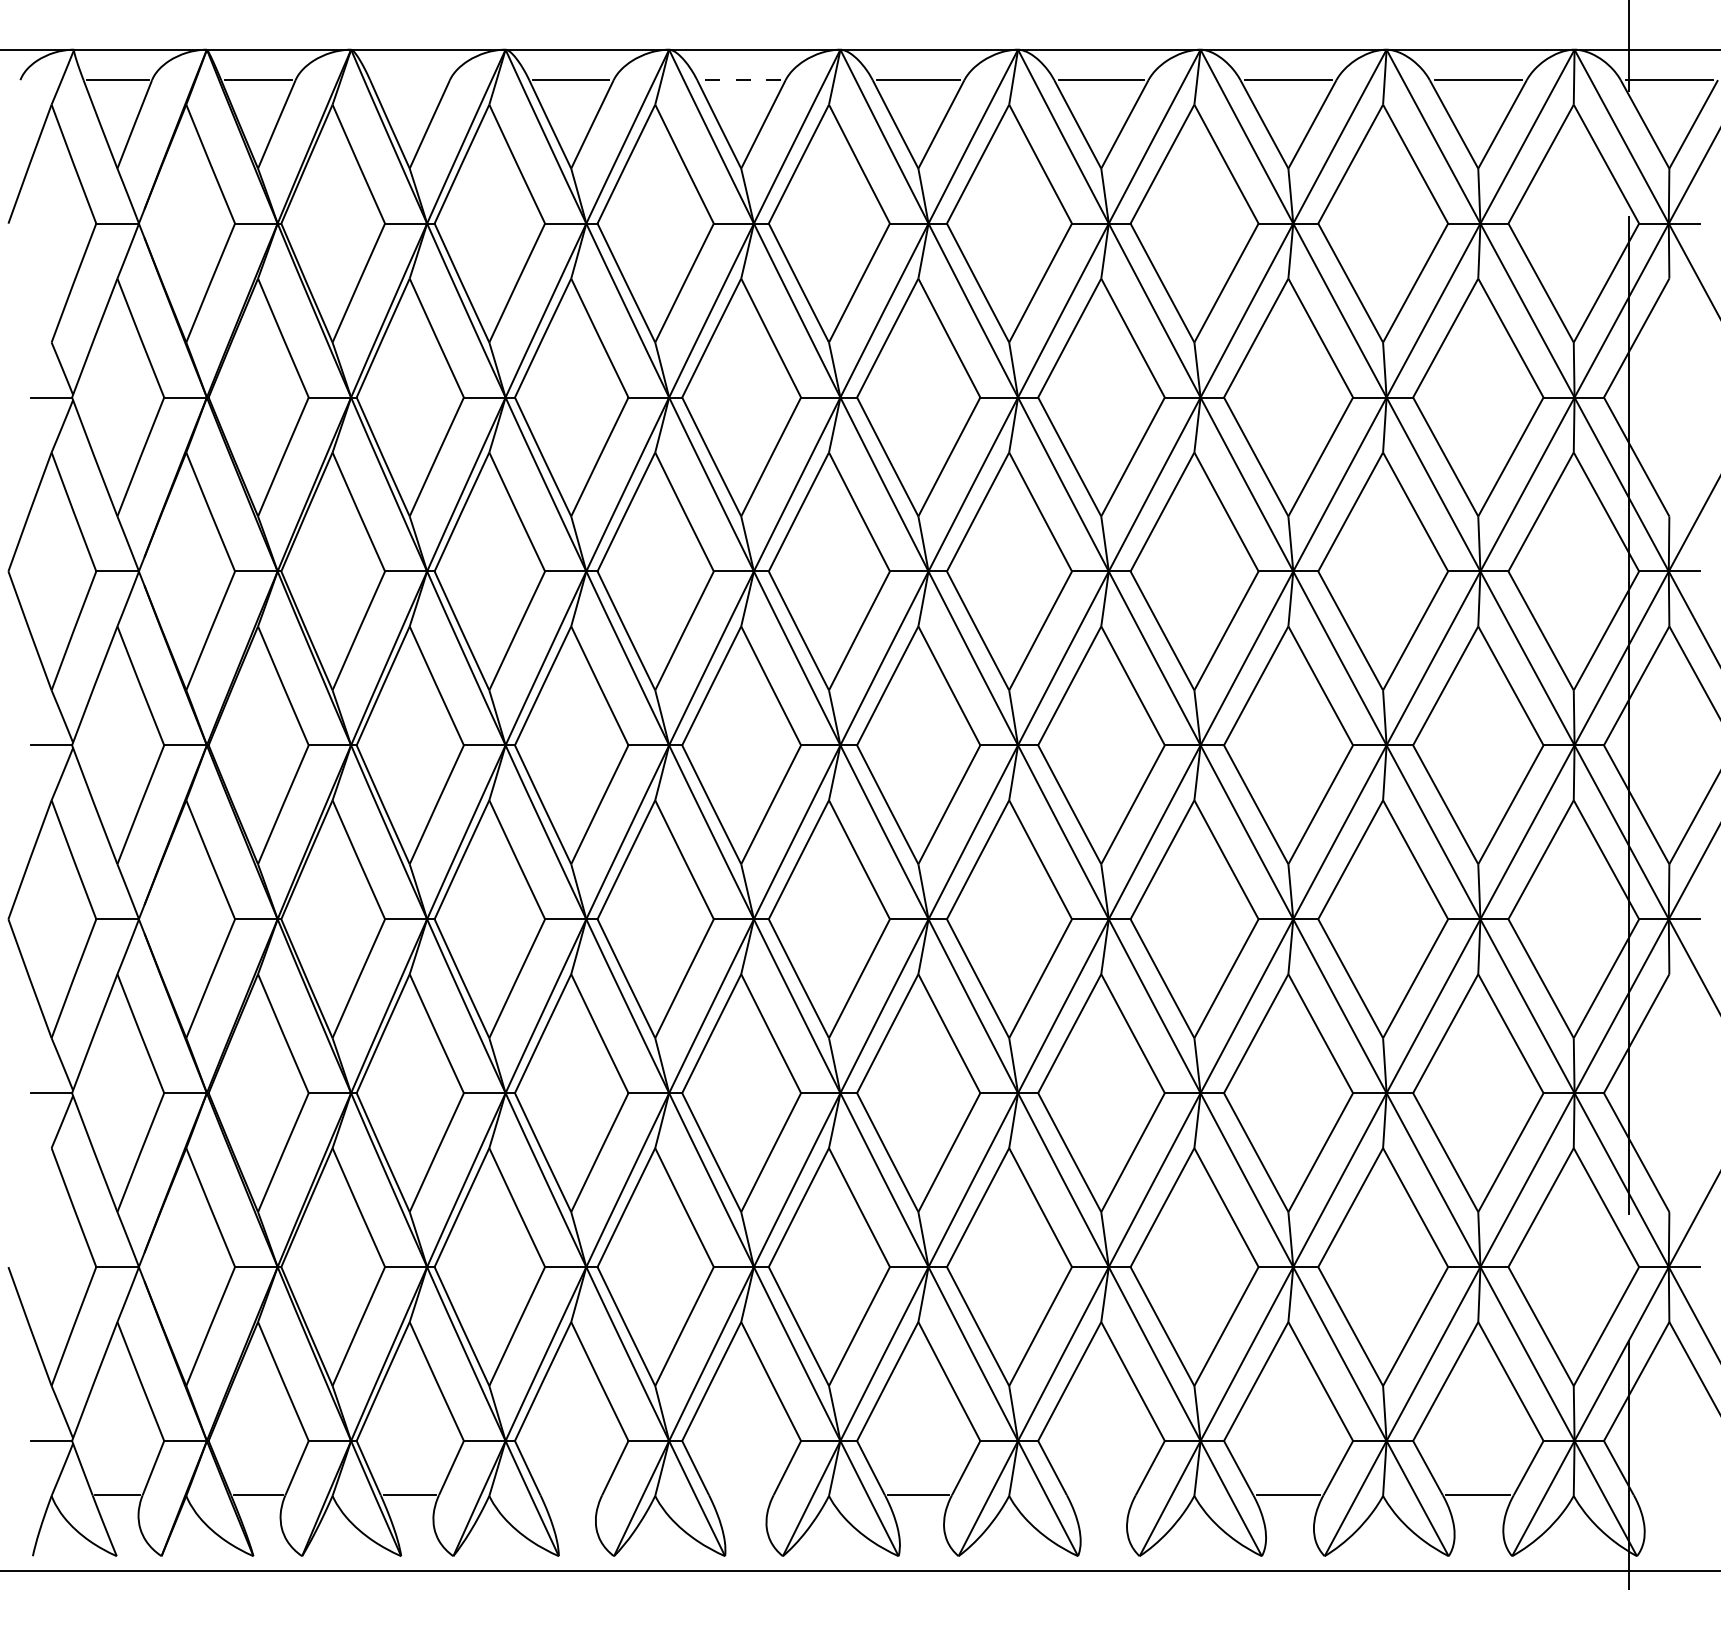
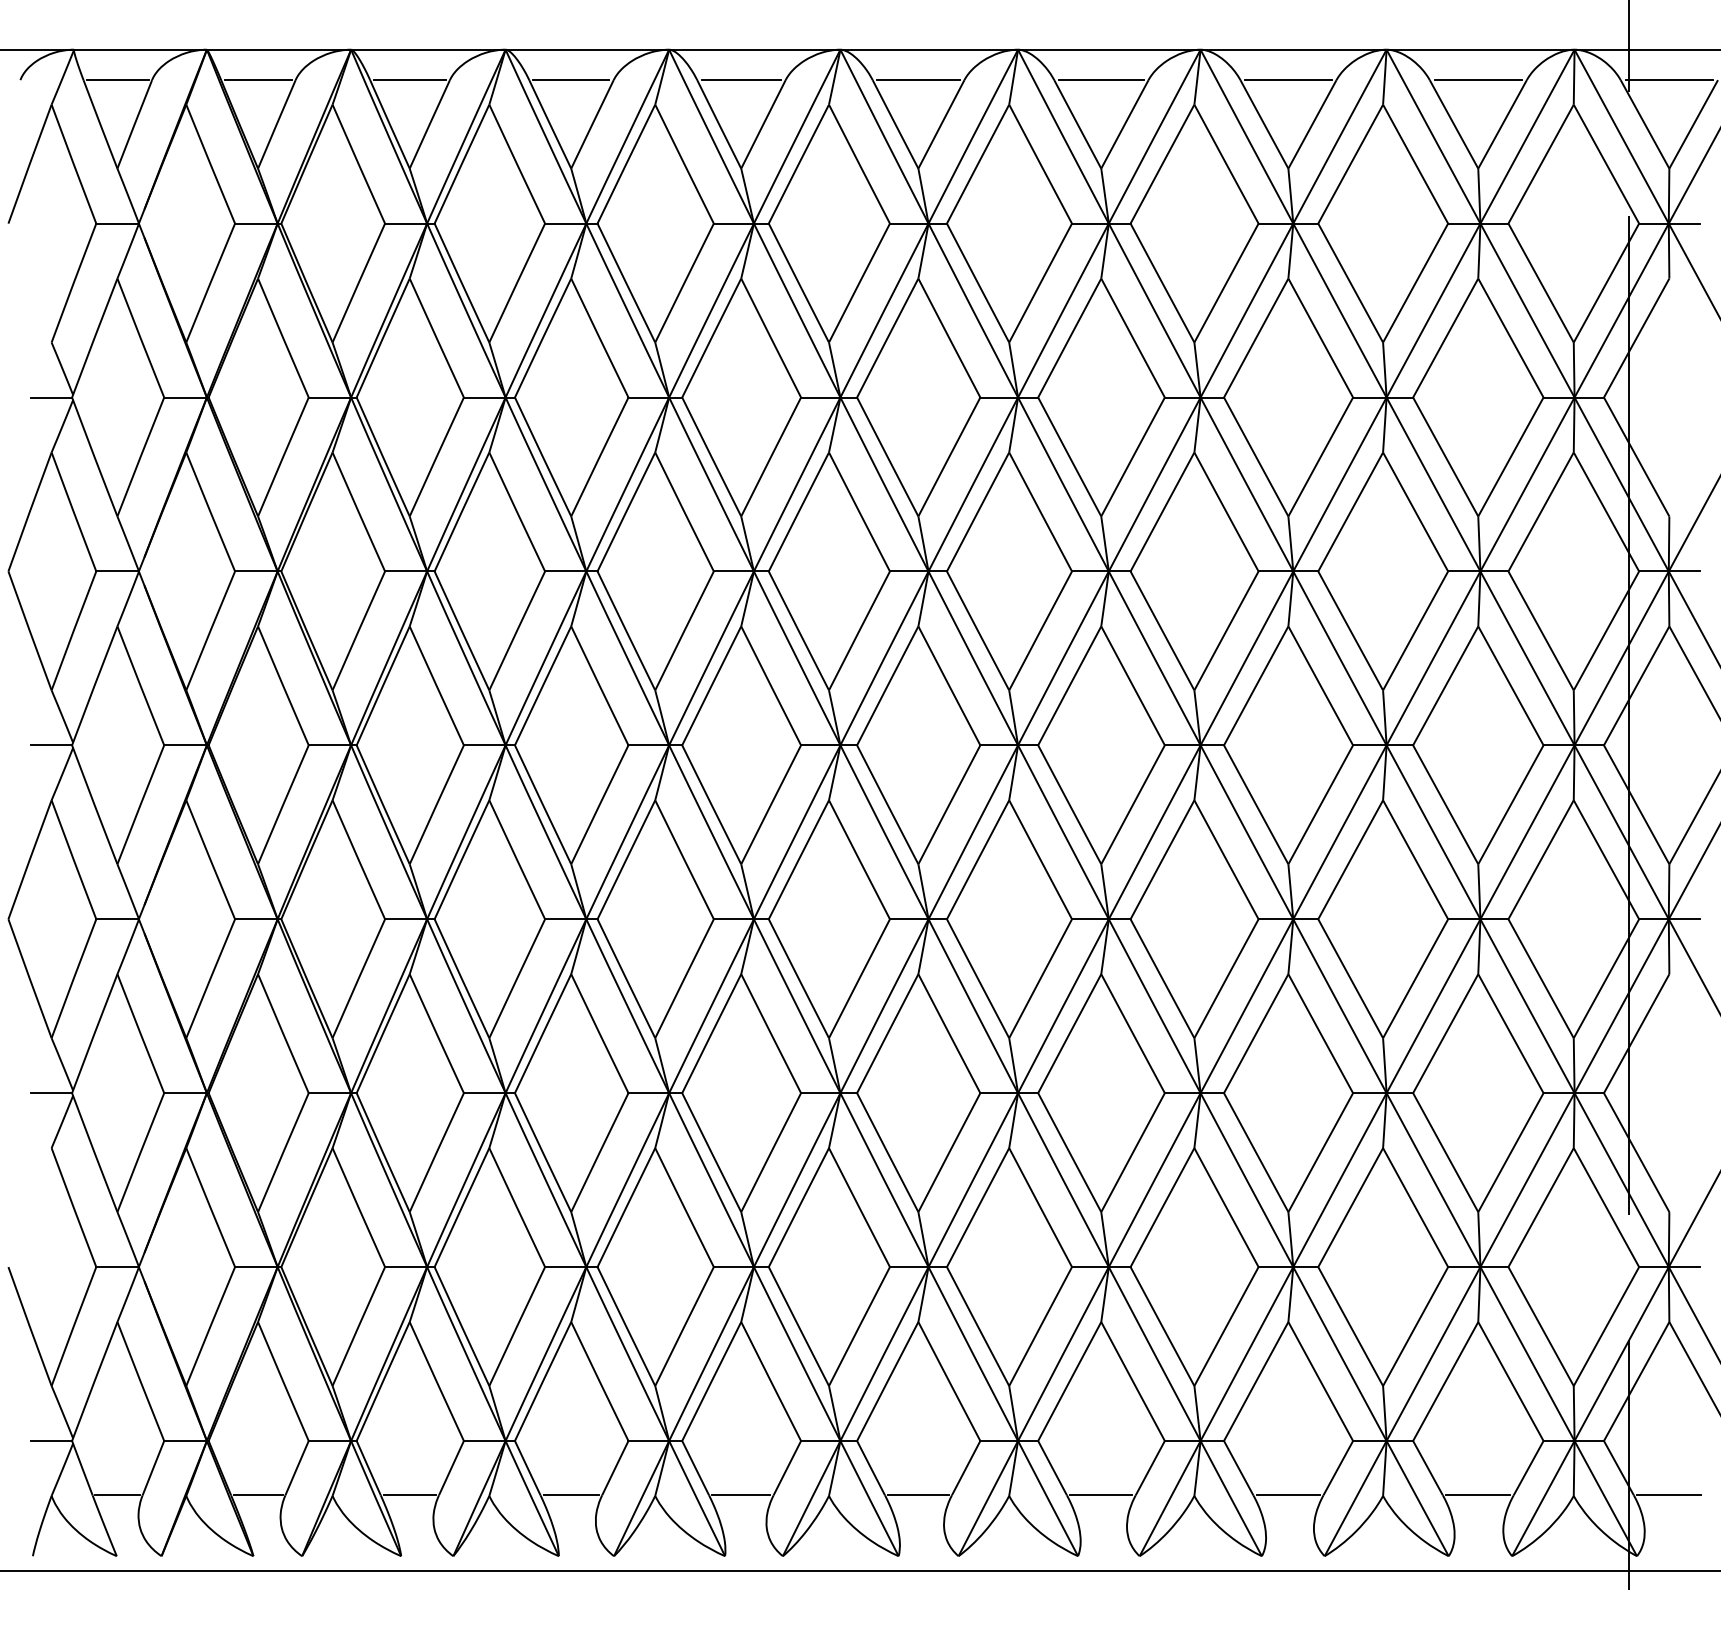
line at (409, 80): none -> present
line at (741, 80): dashed -> solid
line at (571, 1495): none -> present
line at (741, 1495): none -> present
line at (1101, 1495): none -> present
line at (1669, 1495): none -> present
